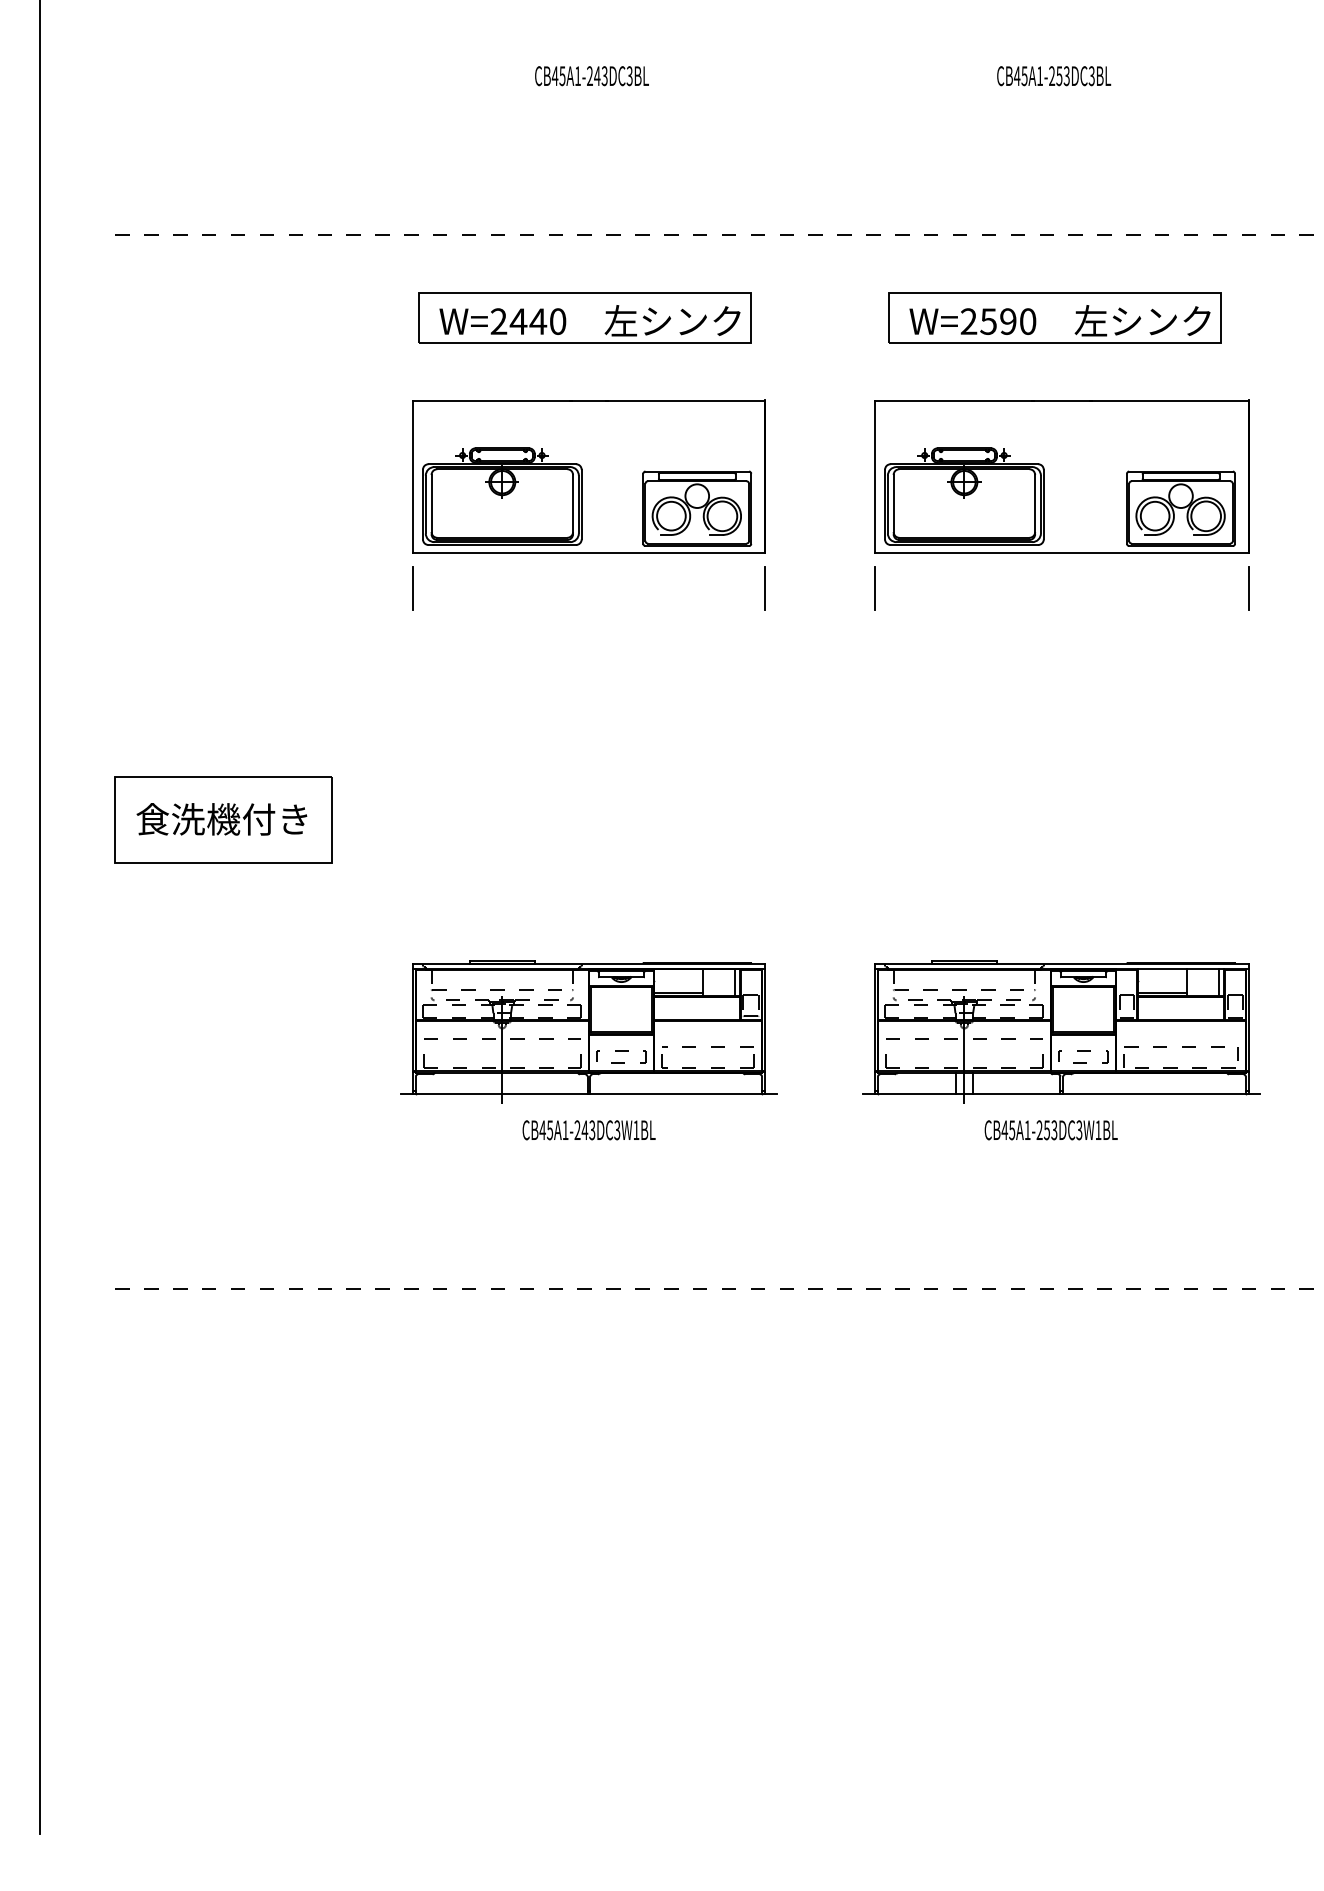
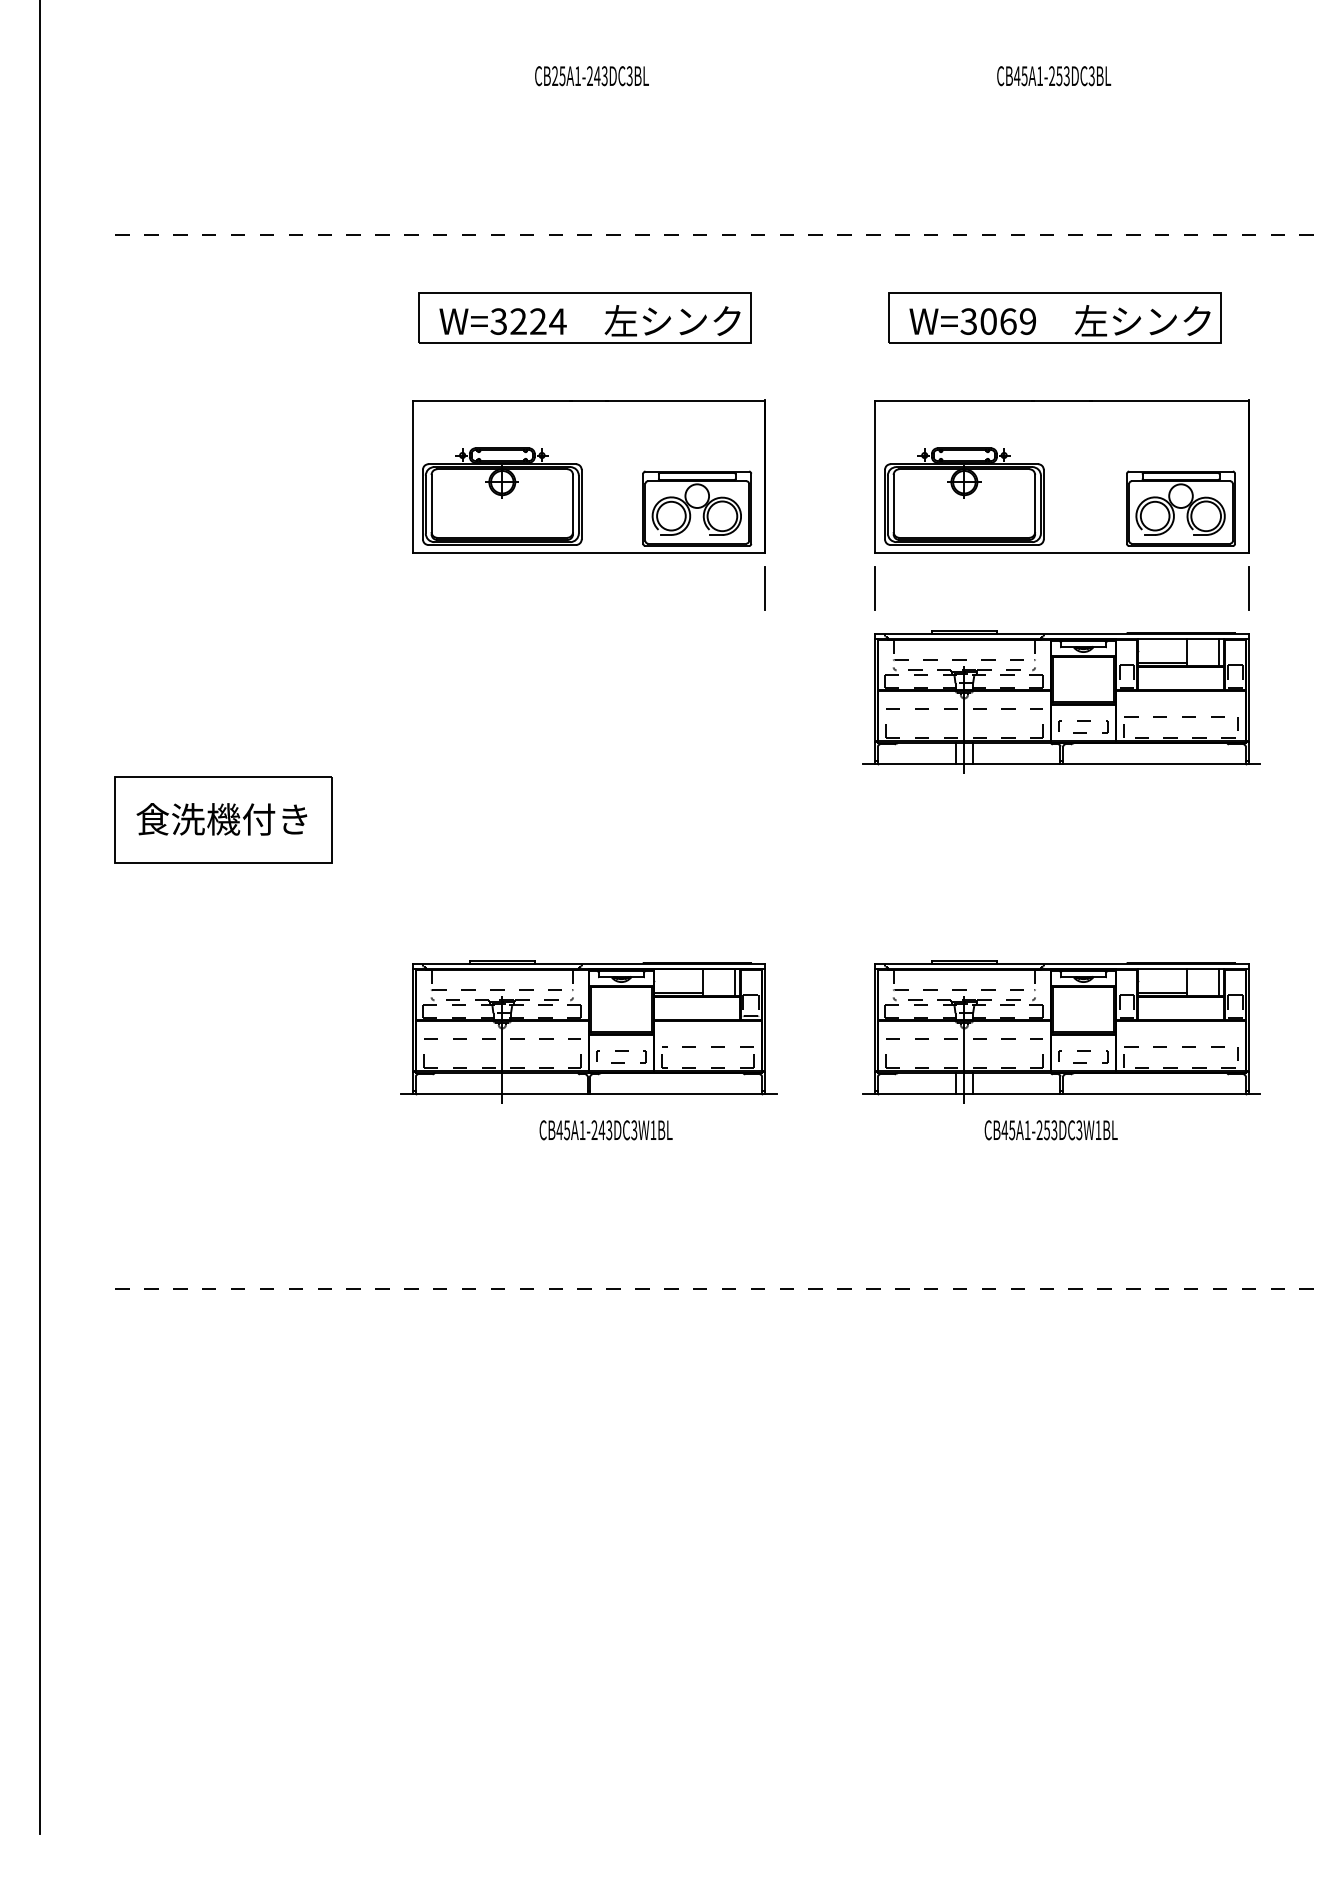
text at (554, 75): CB45A1-243DC3BL -> CB25A1-243DC3BL
text at (528, 321): W=2440 -> W=3224
text at (998, 321): W=2590 -> W=3069
line at (412, 588): present -> none
part at (1061, 701): none -> present
text at (588, 1130) position: (588, 1130) -> (605, 1130)
